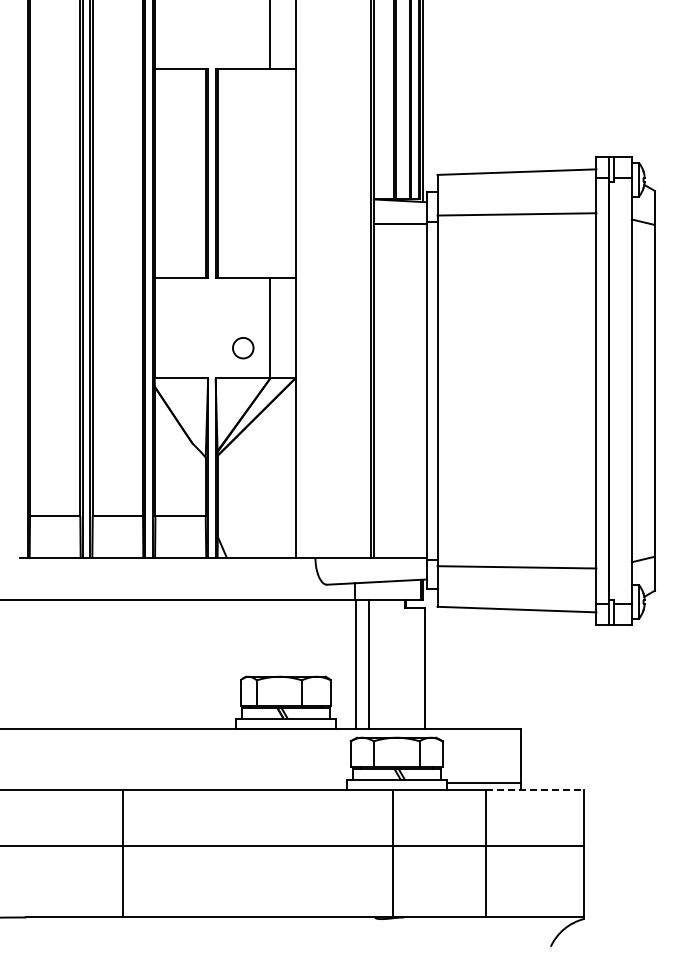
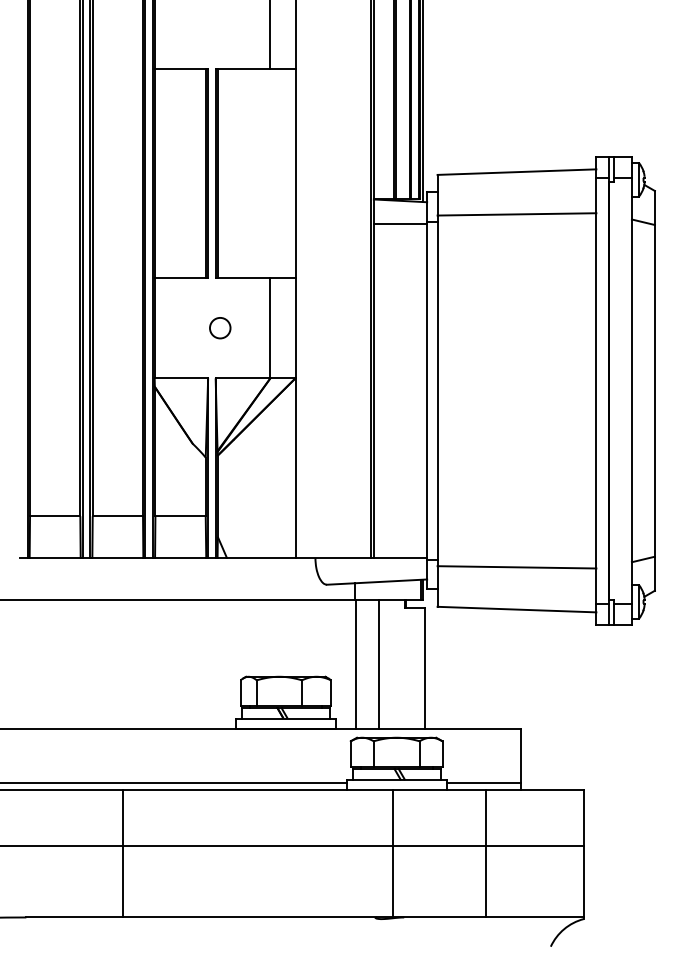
circle at (243, 348) position: (243, 348) -> (220, 328)
line at (369, 664) position: (369, 664) -> (379, 664)
line at (174, 783): none -> present
line at (535, 789): dashed -> solid
